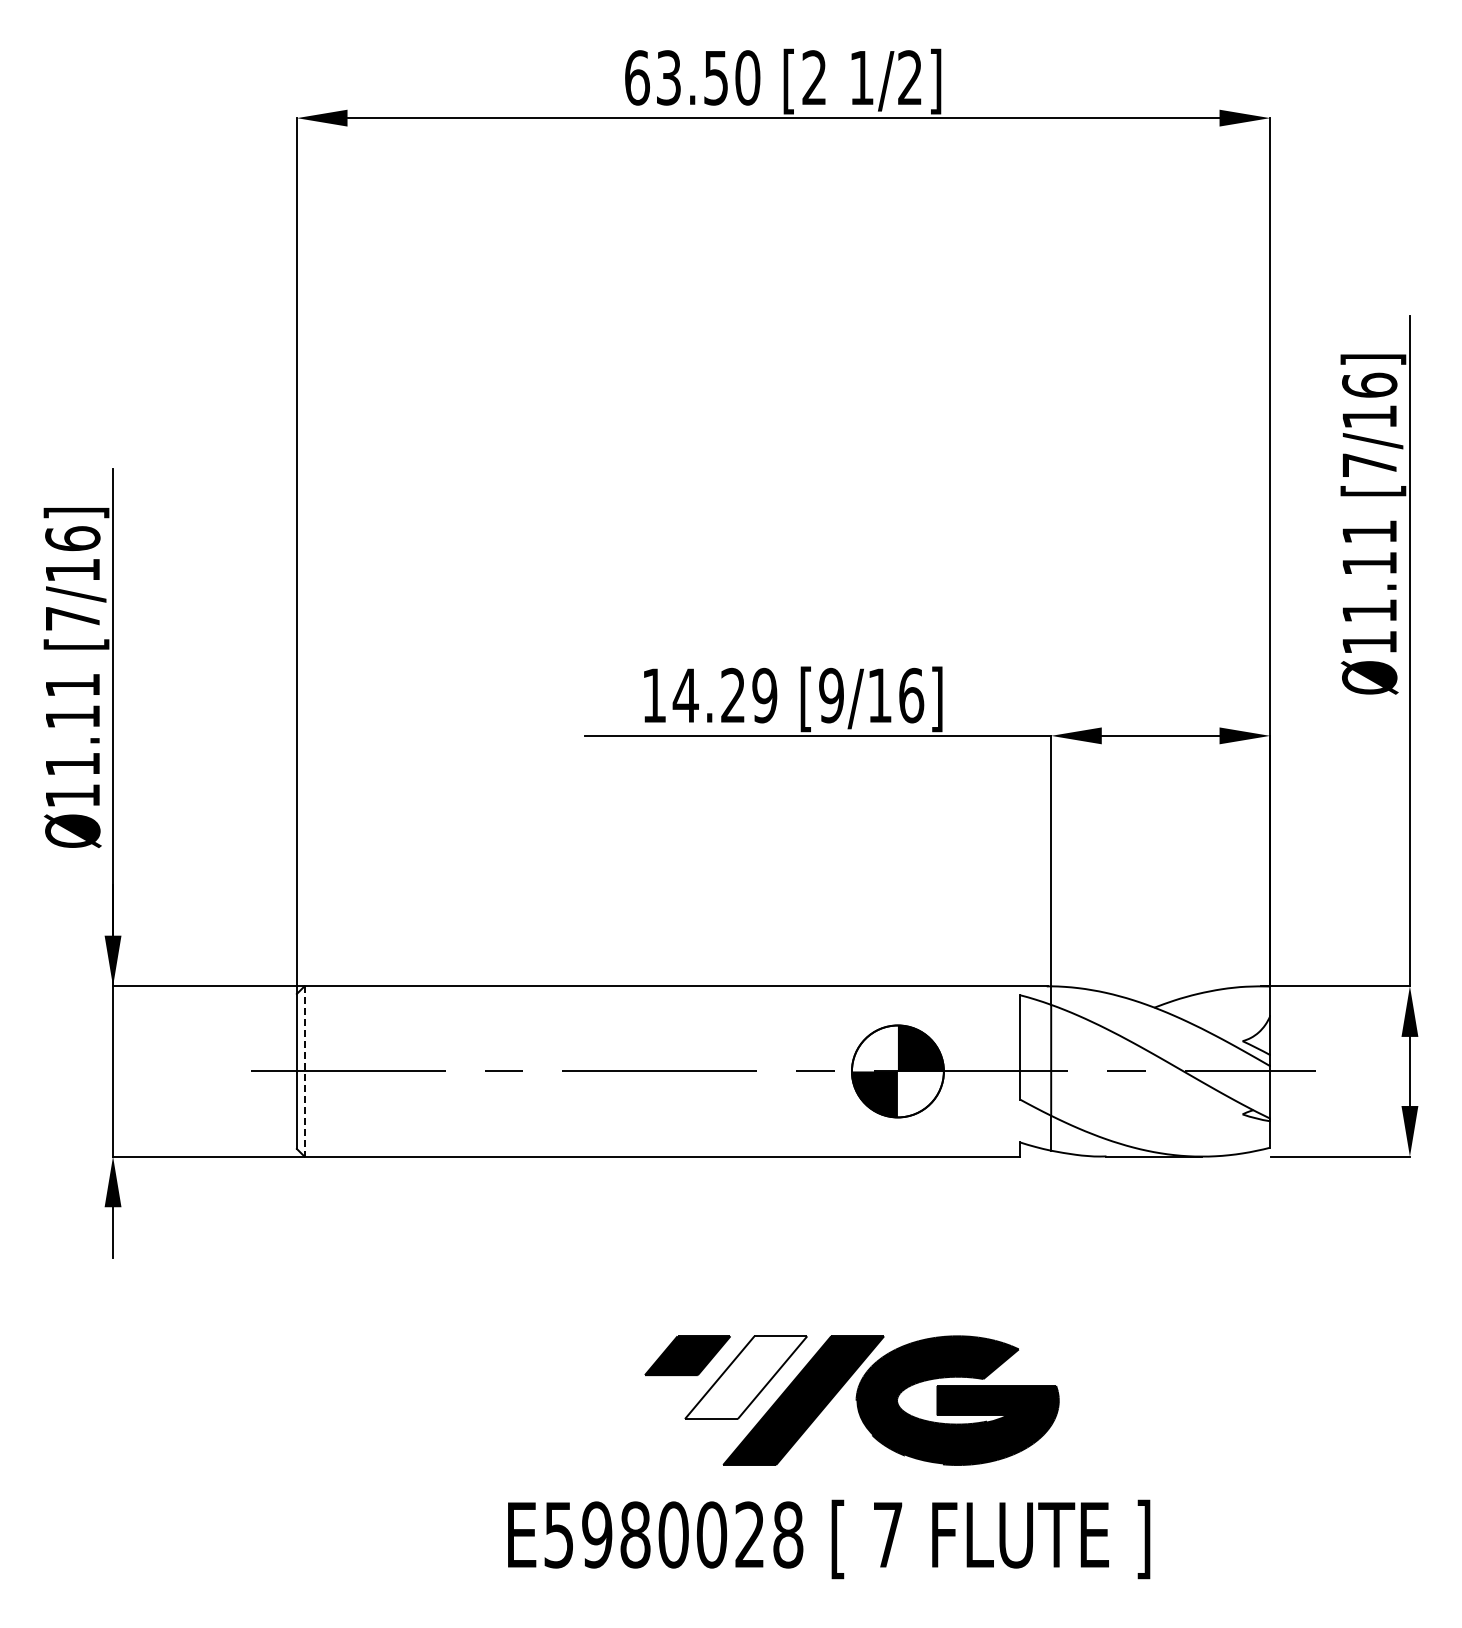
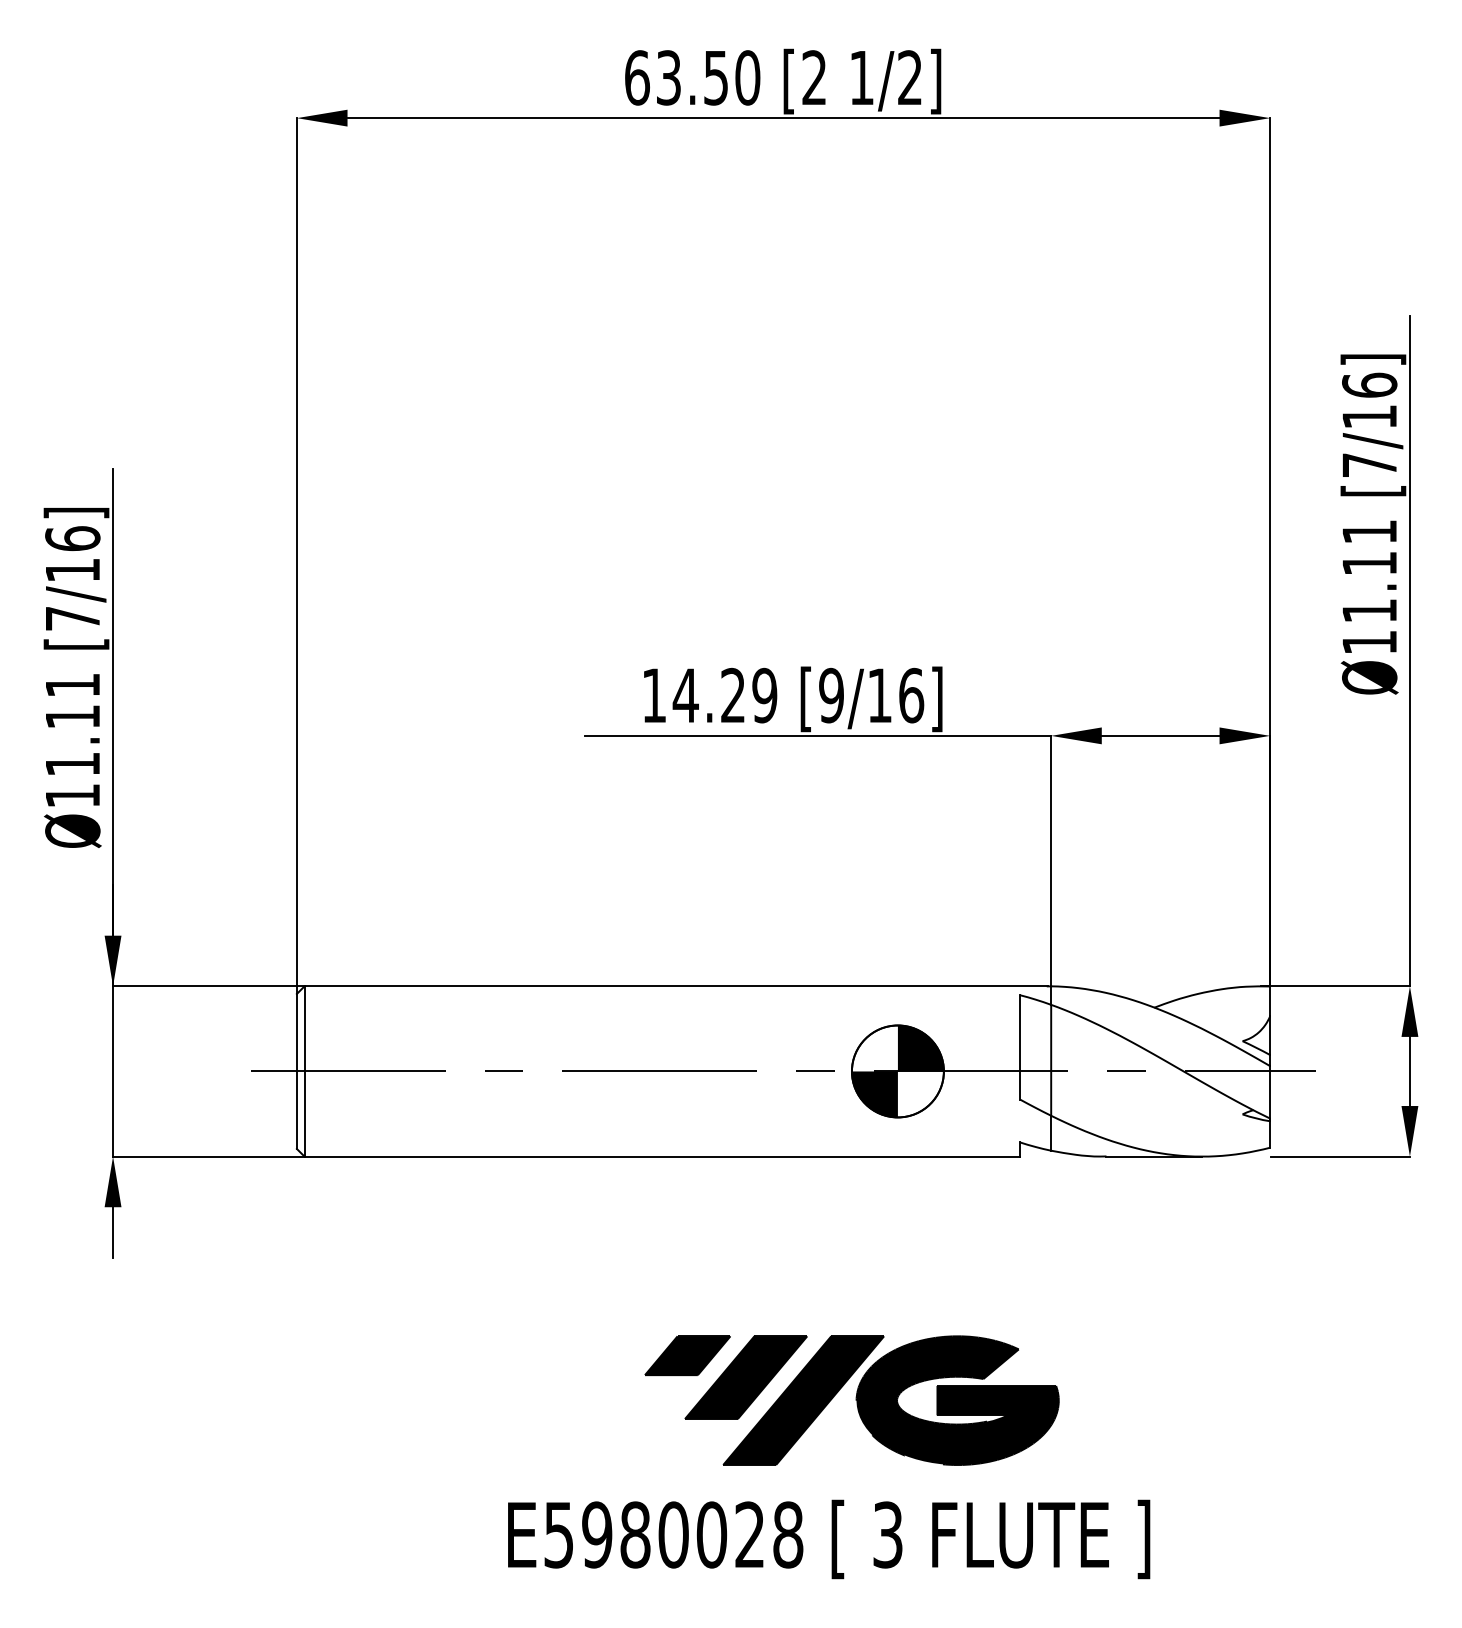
line at (304, 1071): dashed -> solid
fill at (746, 1377): none -> present
text at (887, 1534): 7 -> 3
